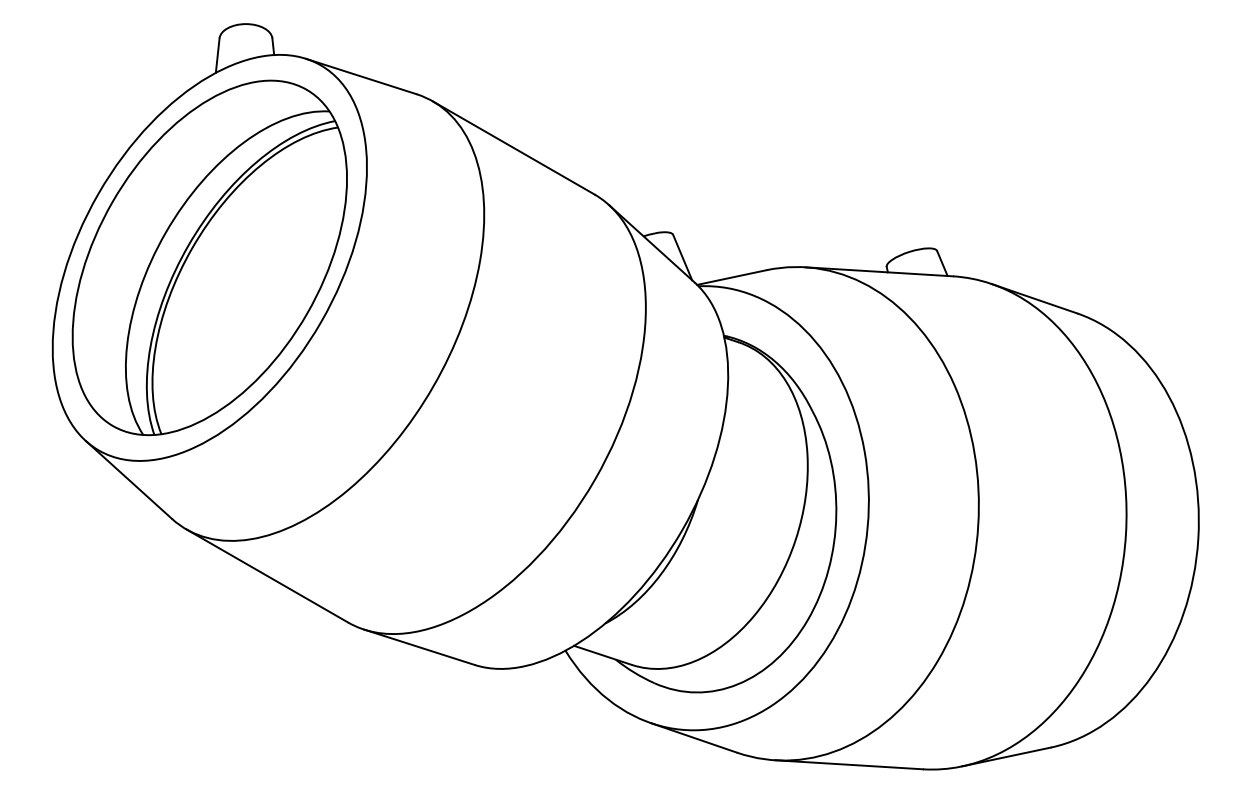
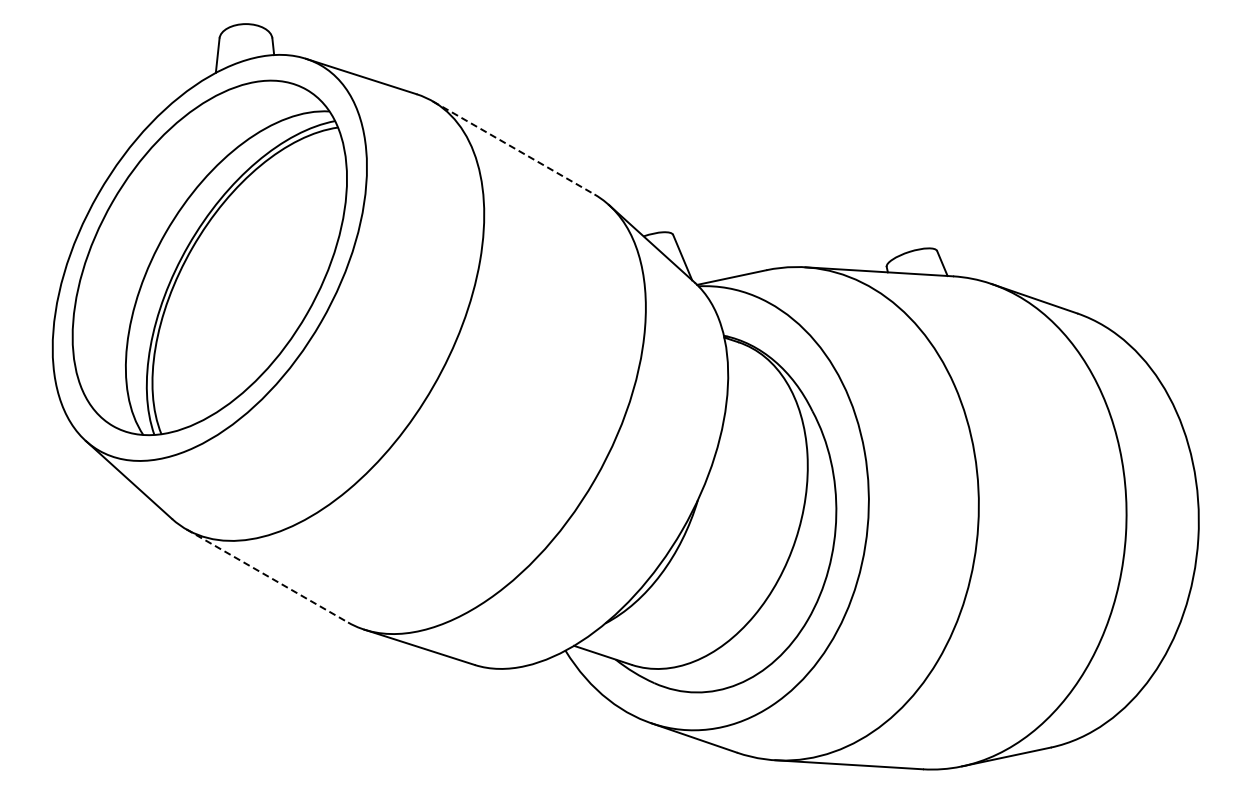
line at (514, 148): solid -> dashed
line at (267, 576): solid -> dashed
